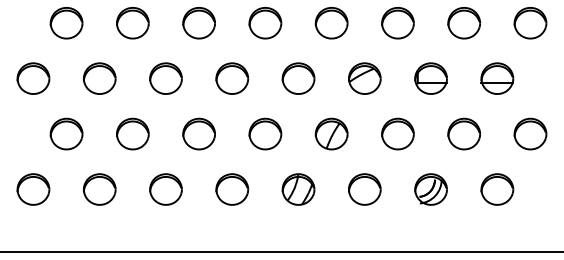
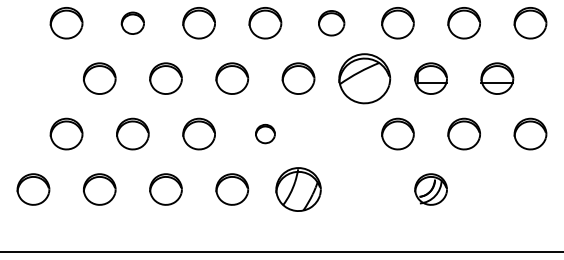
part at (132, 23) size: 34x33 px -> 25x24 px
part at (331, 23) size: 35x33 px -> 28x27 px
part at (33, 78): present -> none
part at (364, 78) size: 34x33 px -> 54x52 px
part at (265, 133) size: 35x34 px -> 21x21 px
part at (331, 133): present -> none
part at (298, 189) size: 35x33 px -> 47x45 px
part at (364, 189): present -> none
part at (497, 189): present -> none
